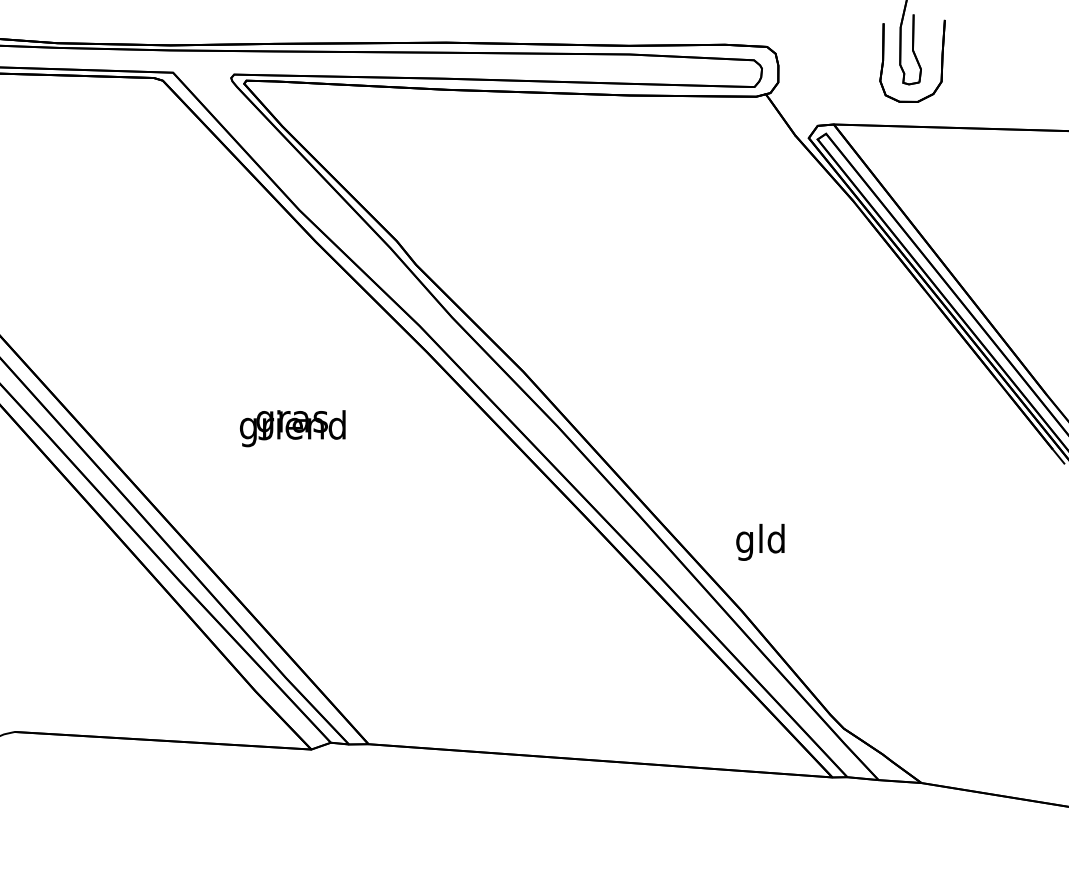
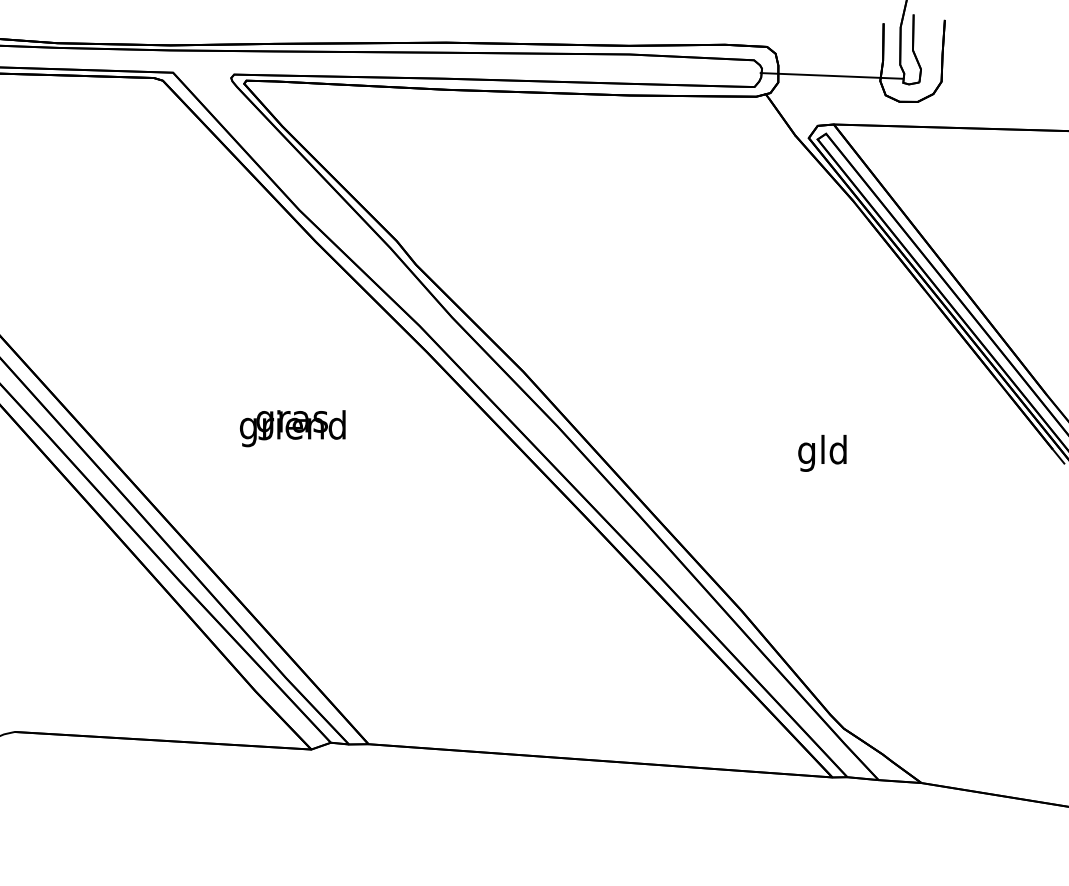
line at (831, 75): none -> present
text at (760, 541) position: (760, 541) -> (822, 452)
